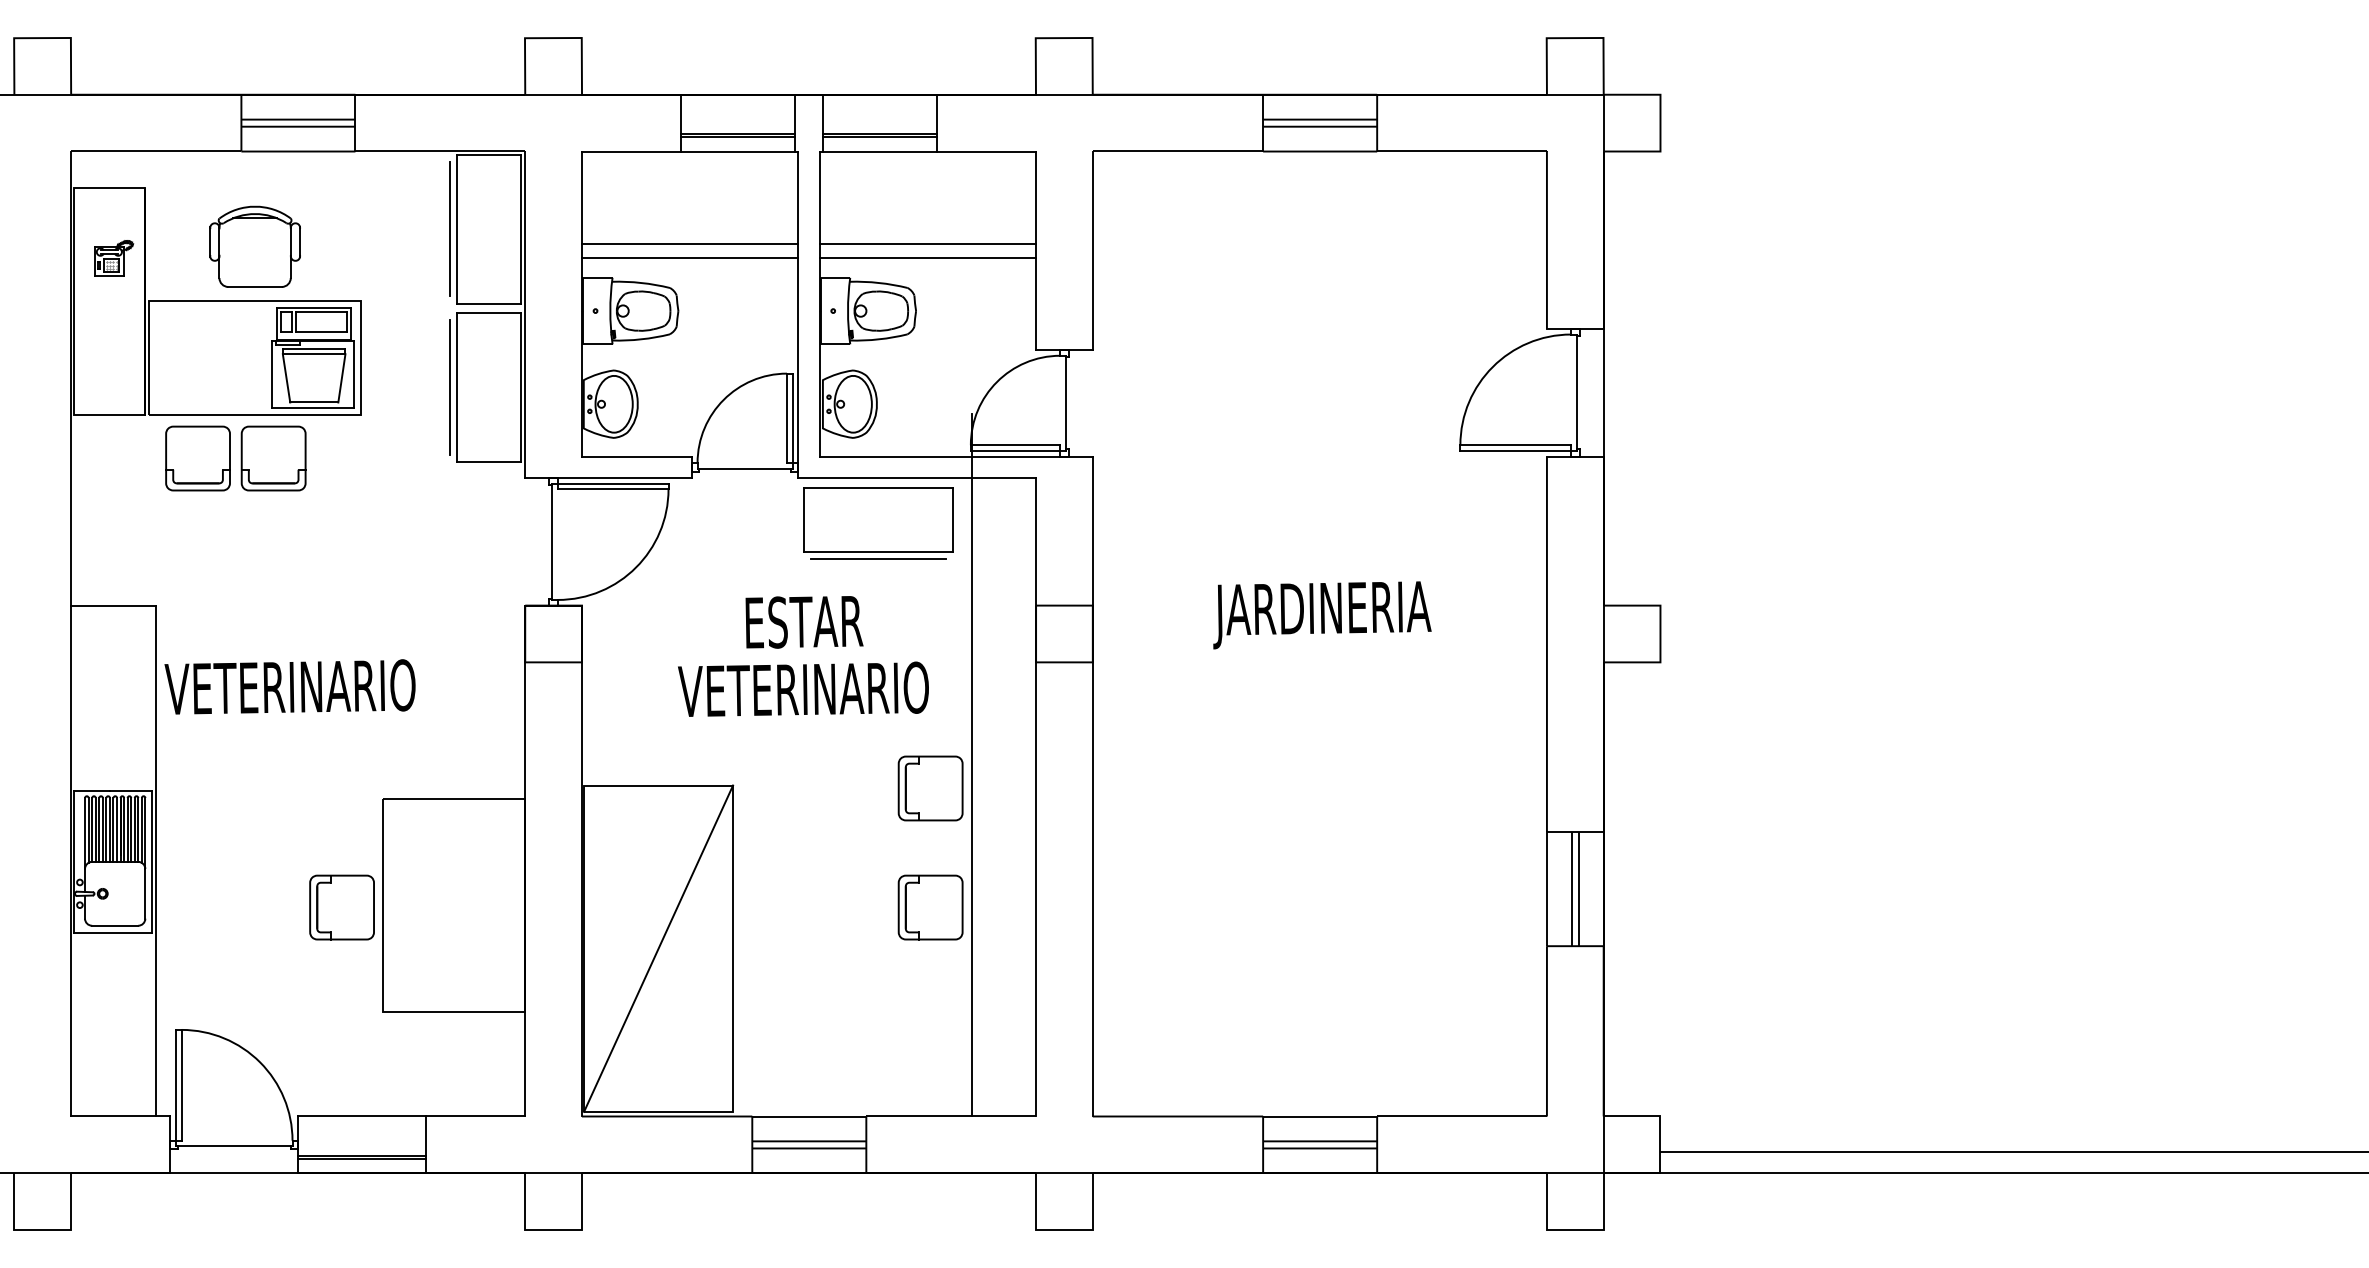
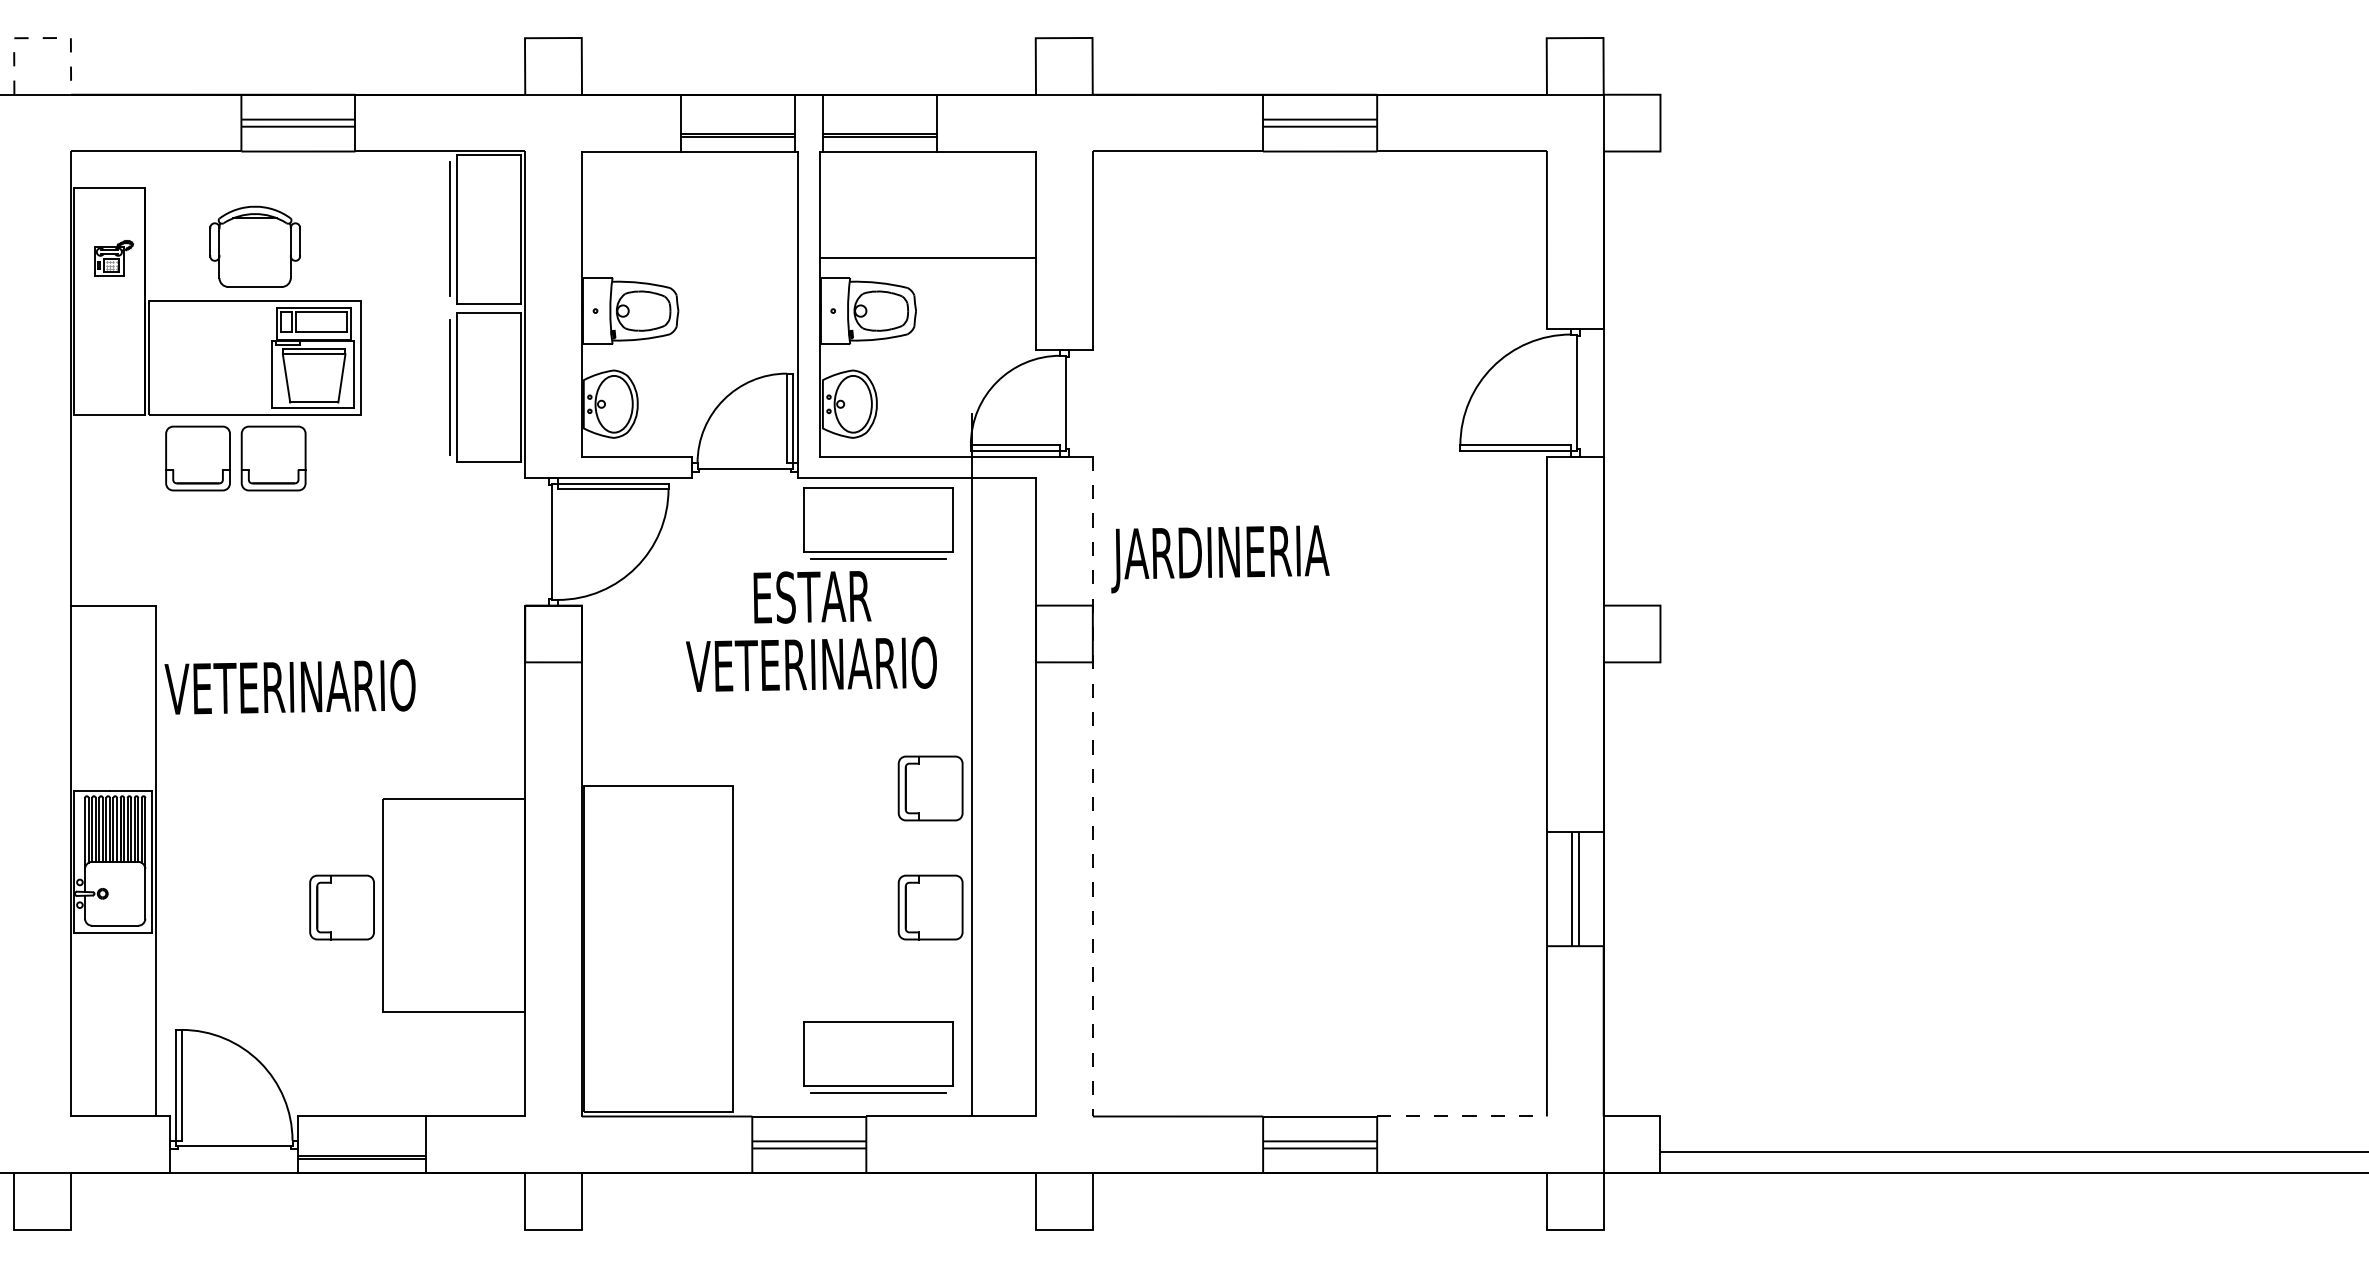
line at (43, 38): solid -> dashed
line at (689, 243): present -> none
line at (927, 243): present -> none
line at (689, 257): present -> none
text at (1322, 615) position: (1322, 615) -> (1220, 559)
text at (803, 656) position: (803, 656) -> (811, 631)
line at (1092, 786): solid -> dashed
line at (658, 948): present -> none
part at (878, 1057): none -> present
line at (1462, 1116): solid -> dashed
